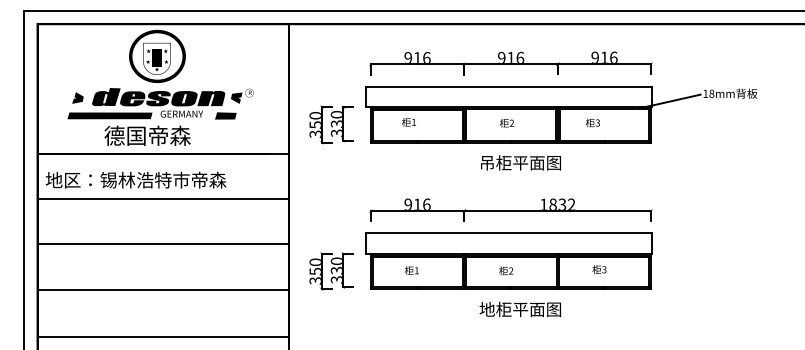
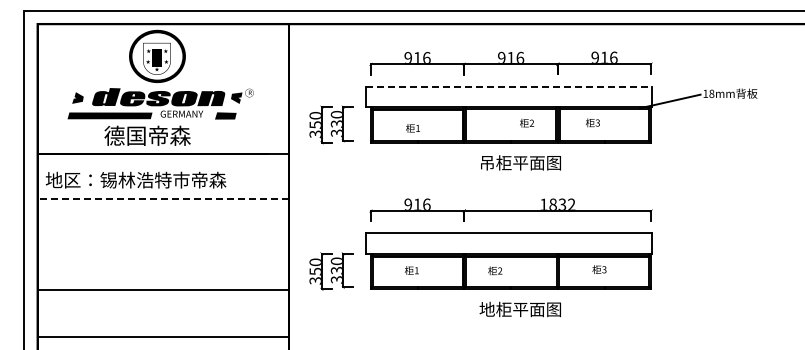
line at (508, 86): solid -> dashed
text at (408, 122) position: (408, 122) -> (412, 128)
text at (507, 122) position: (507, 122) -> (527, 122)
line at (163, 199): solid -> dashed
line at (164, 244): present -> none
text at (506, 270) position: (506, 270) -> (495, 270)
